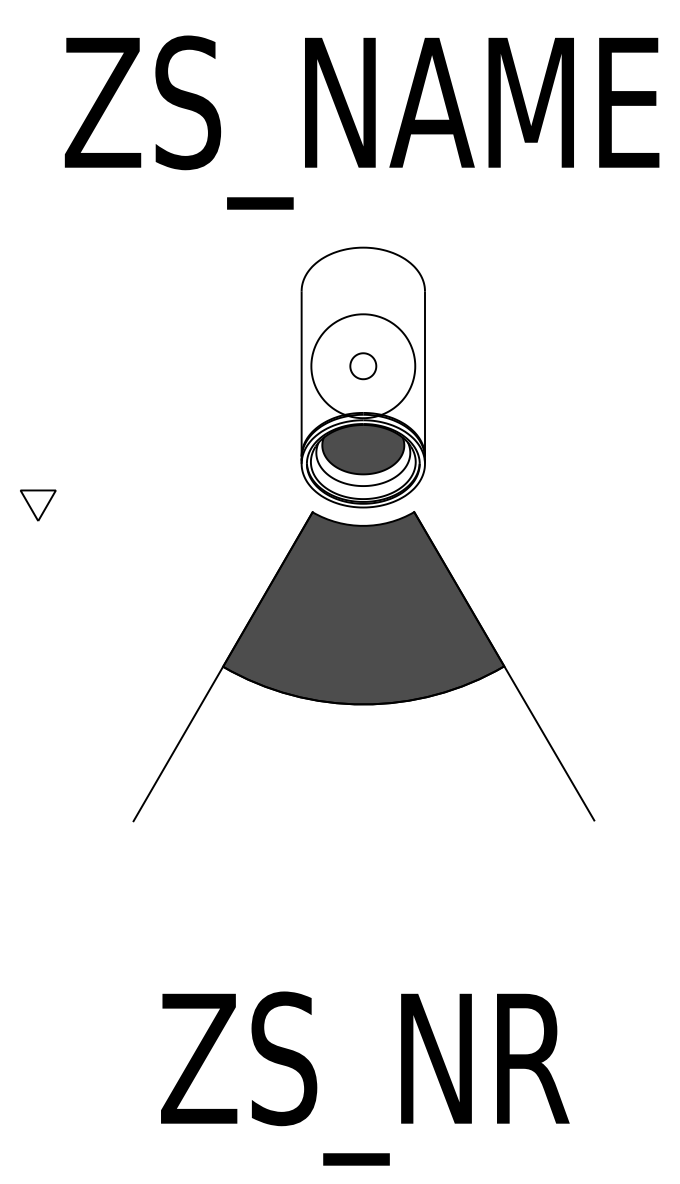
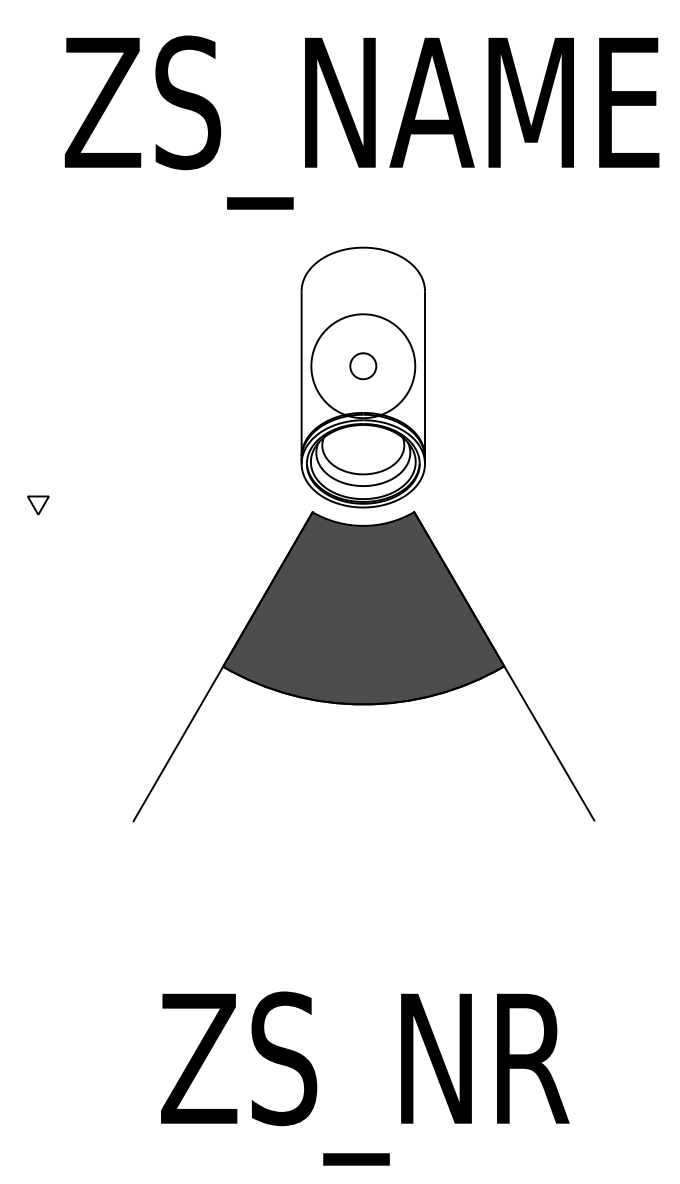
fill at (363, 449): present -> none
part at (38, 505) size: 37x33 px -> 23x20 px
